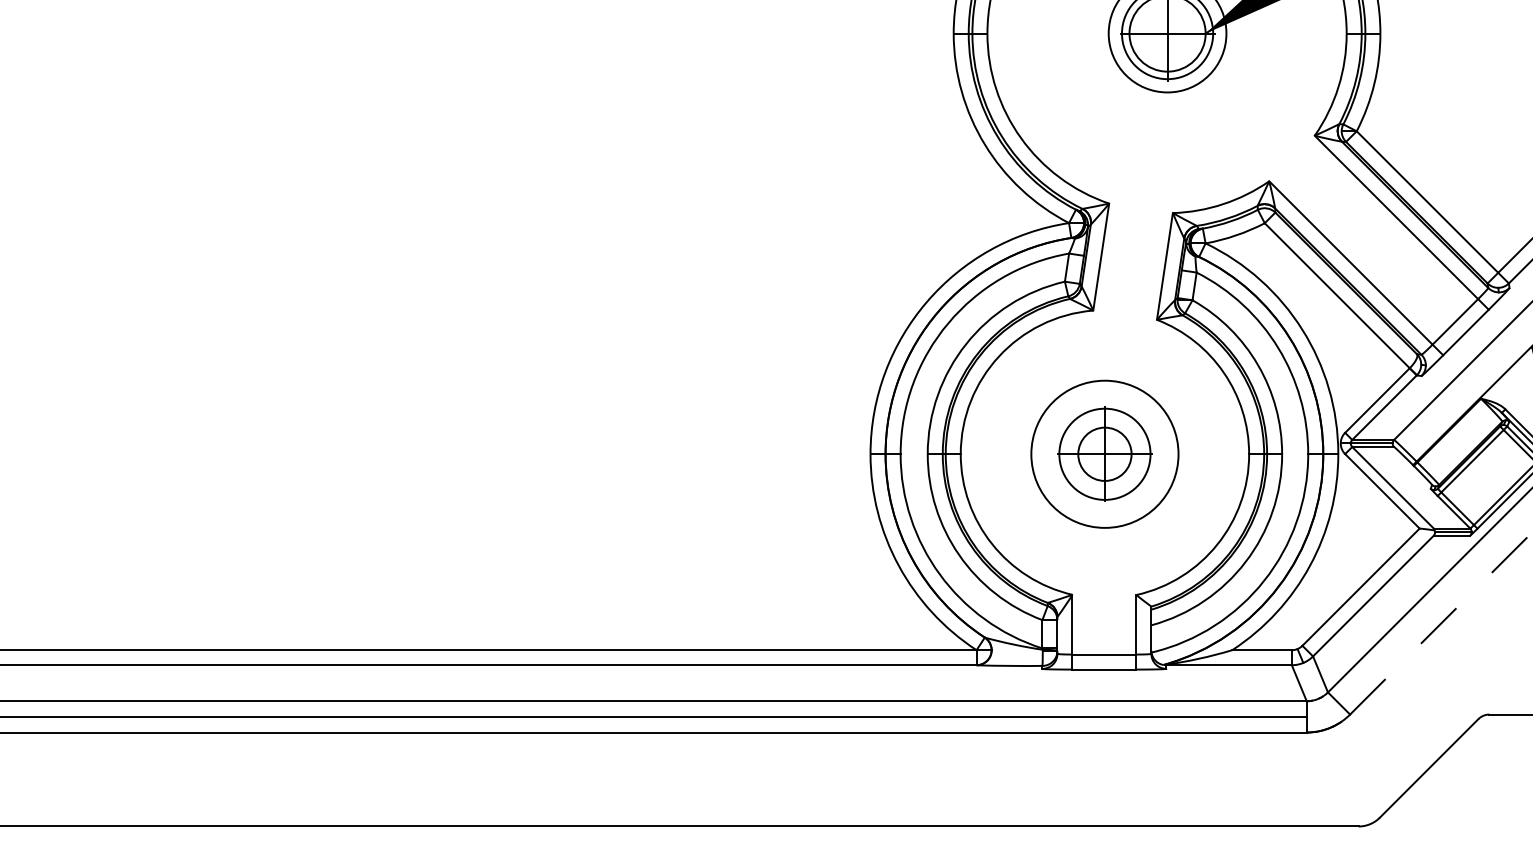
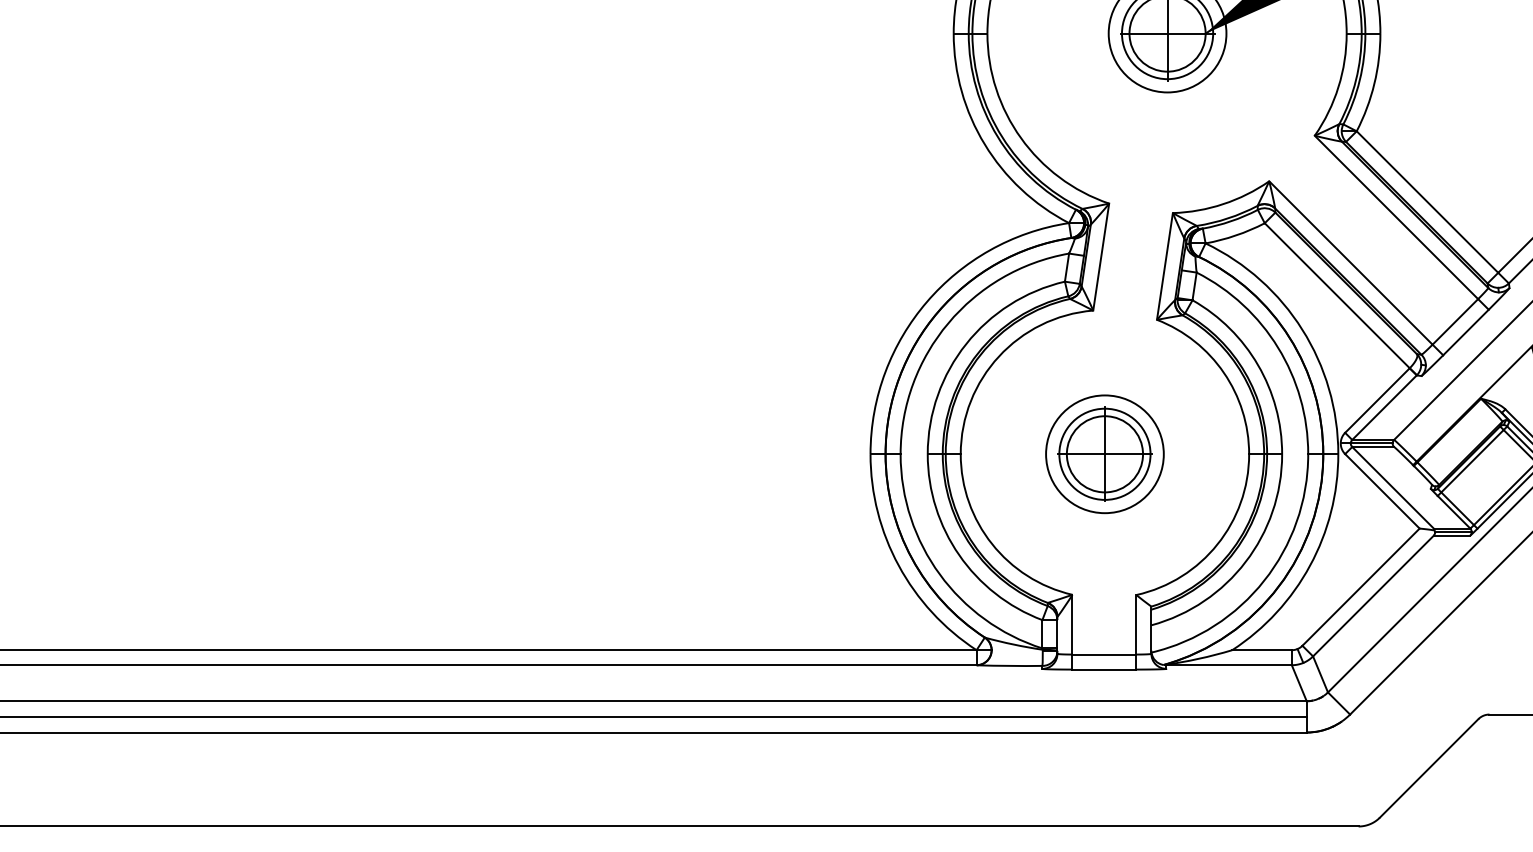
circle at (1104, 453) diameter: 147 px -> 118 px
circle at (1104, 453) diameter: 53 px -> 76 px
line at (1441, 623): dashed -> solid
